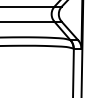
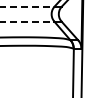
line at (27, 6): solid -> dashed
line at (27, 21): solid -> dashed
